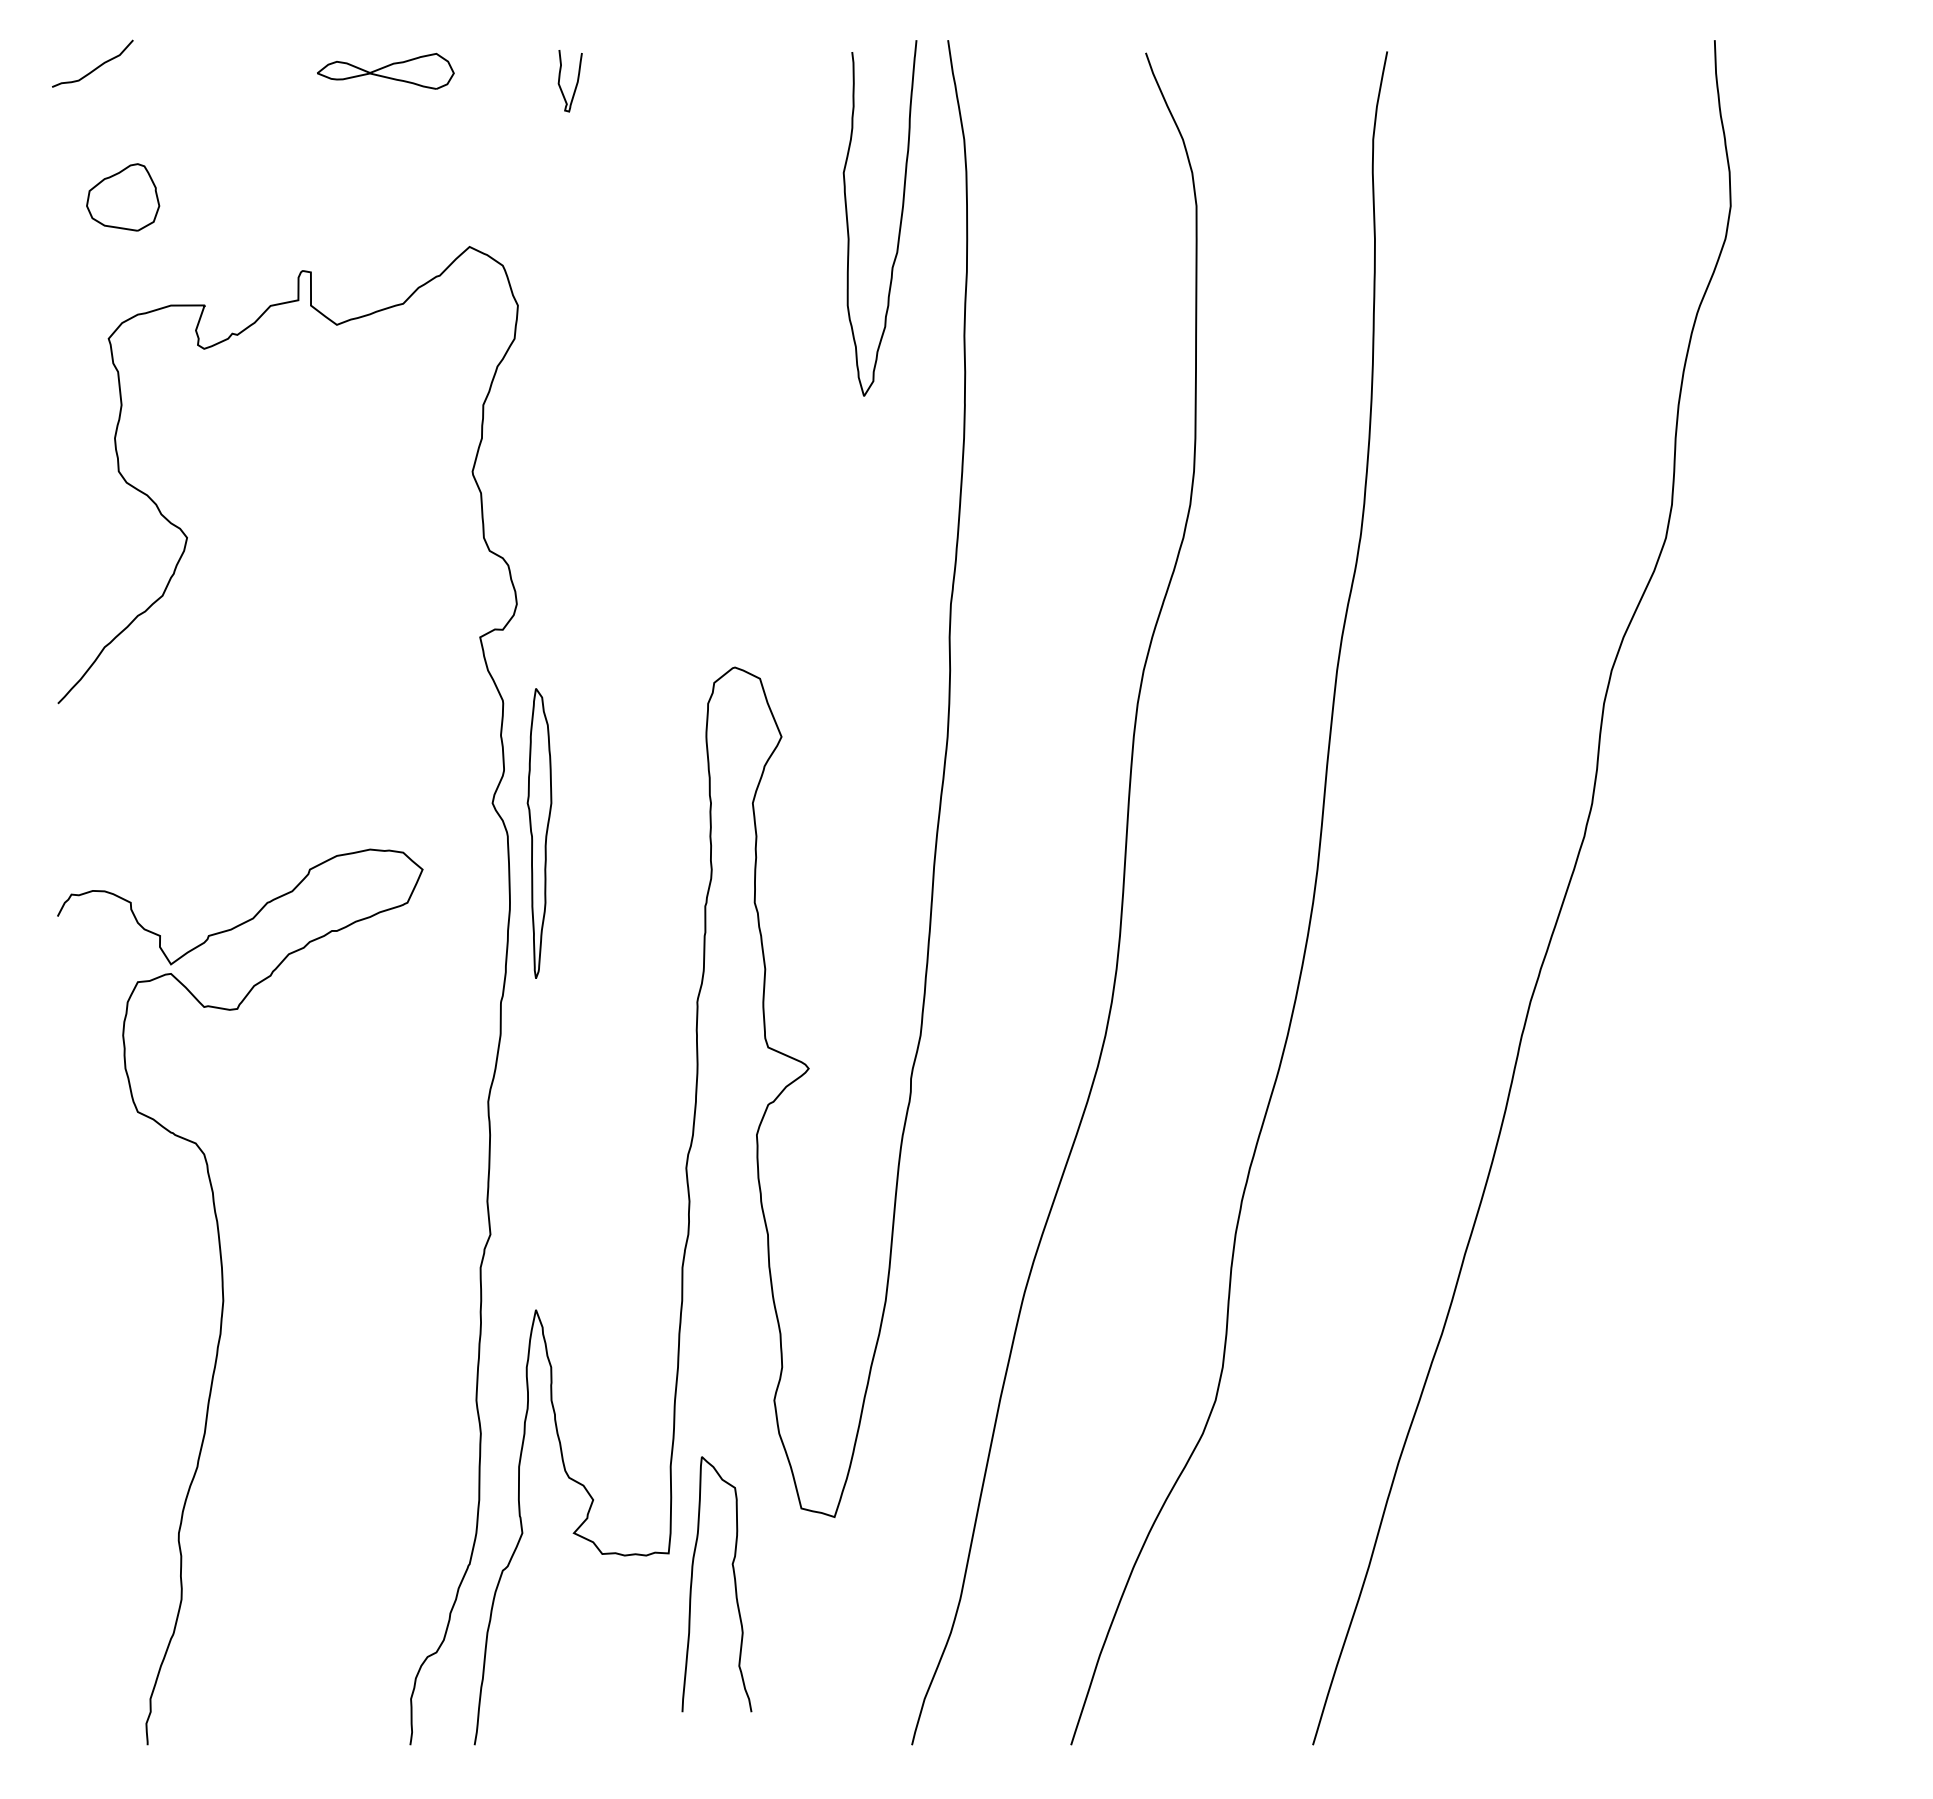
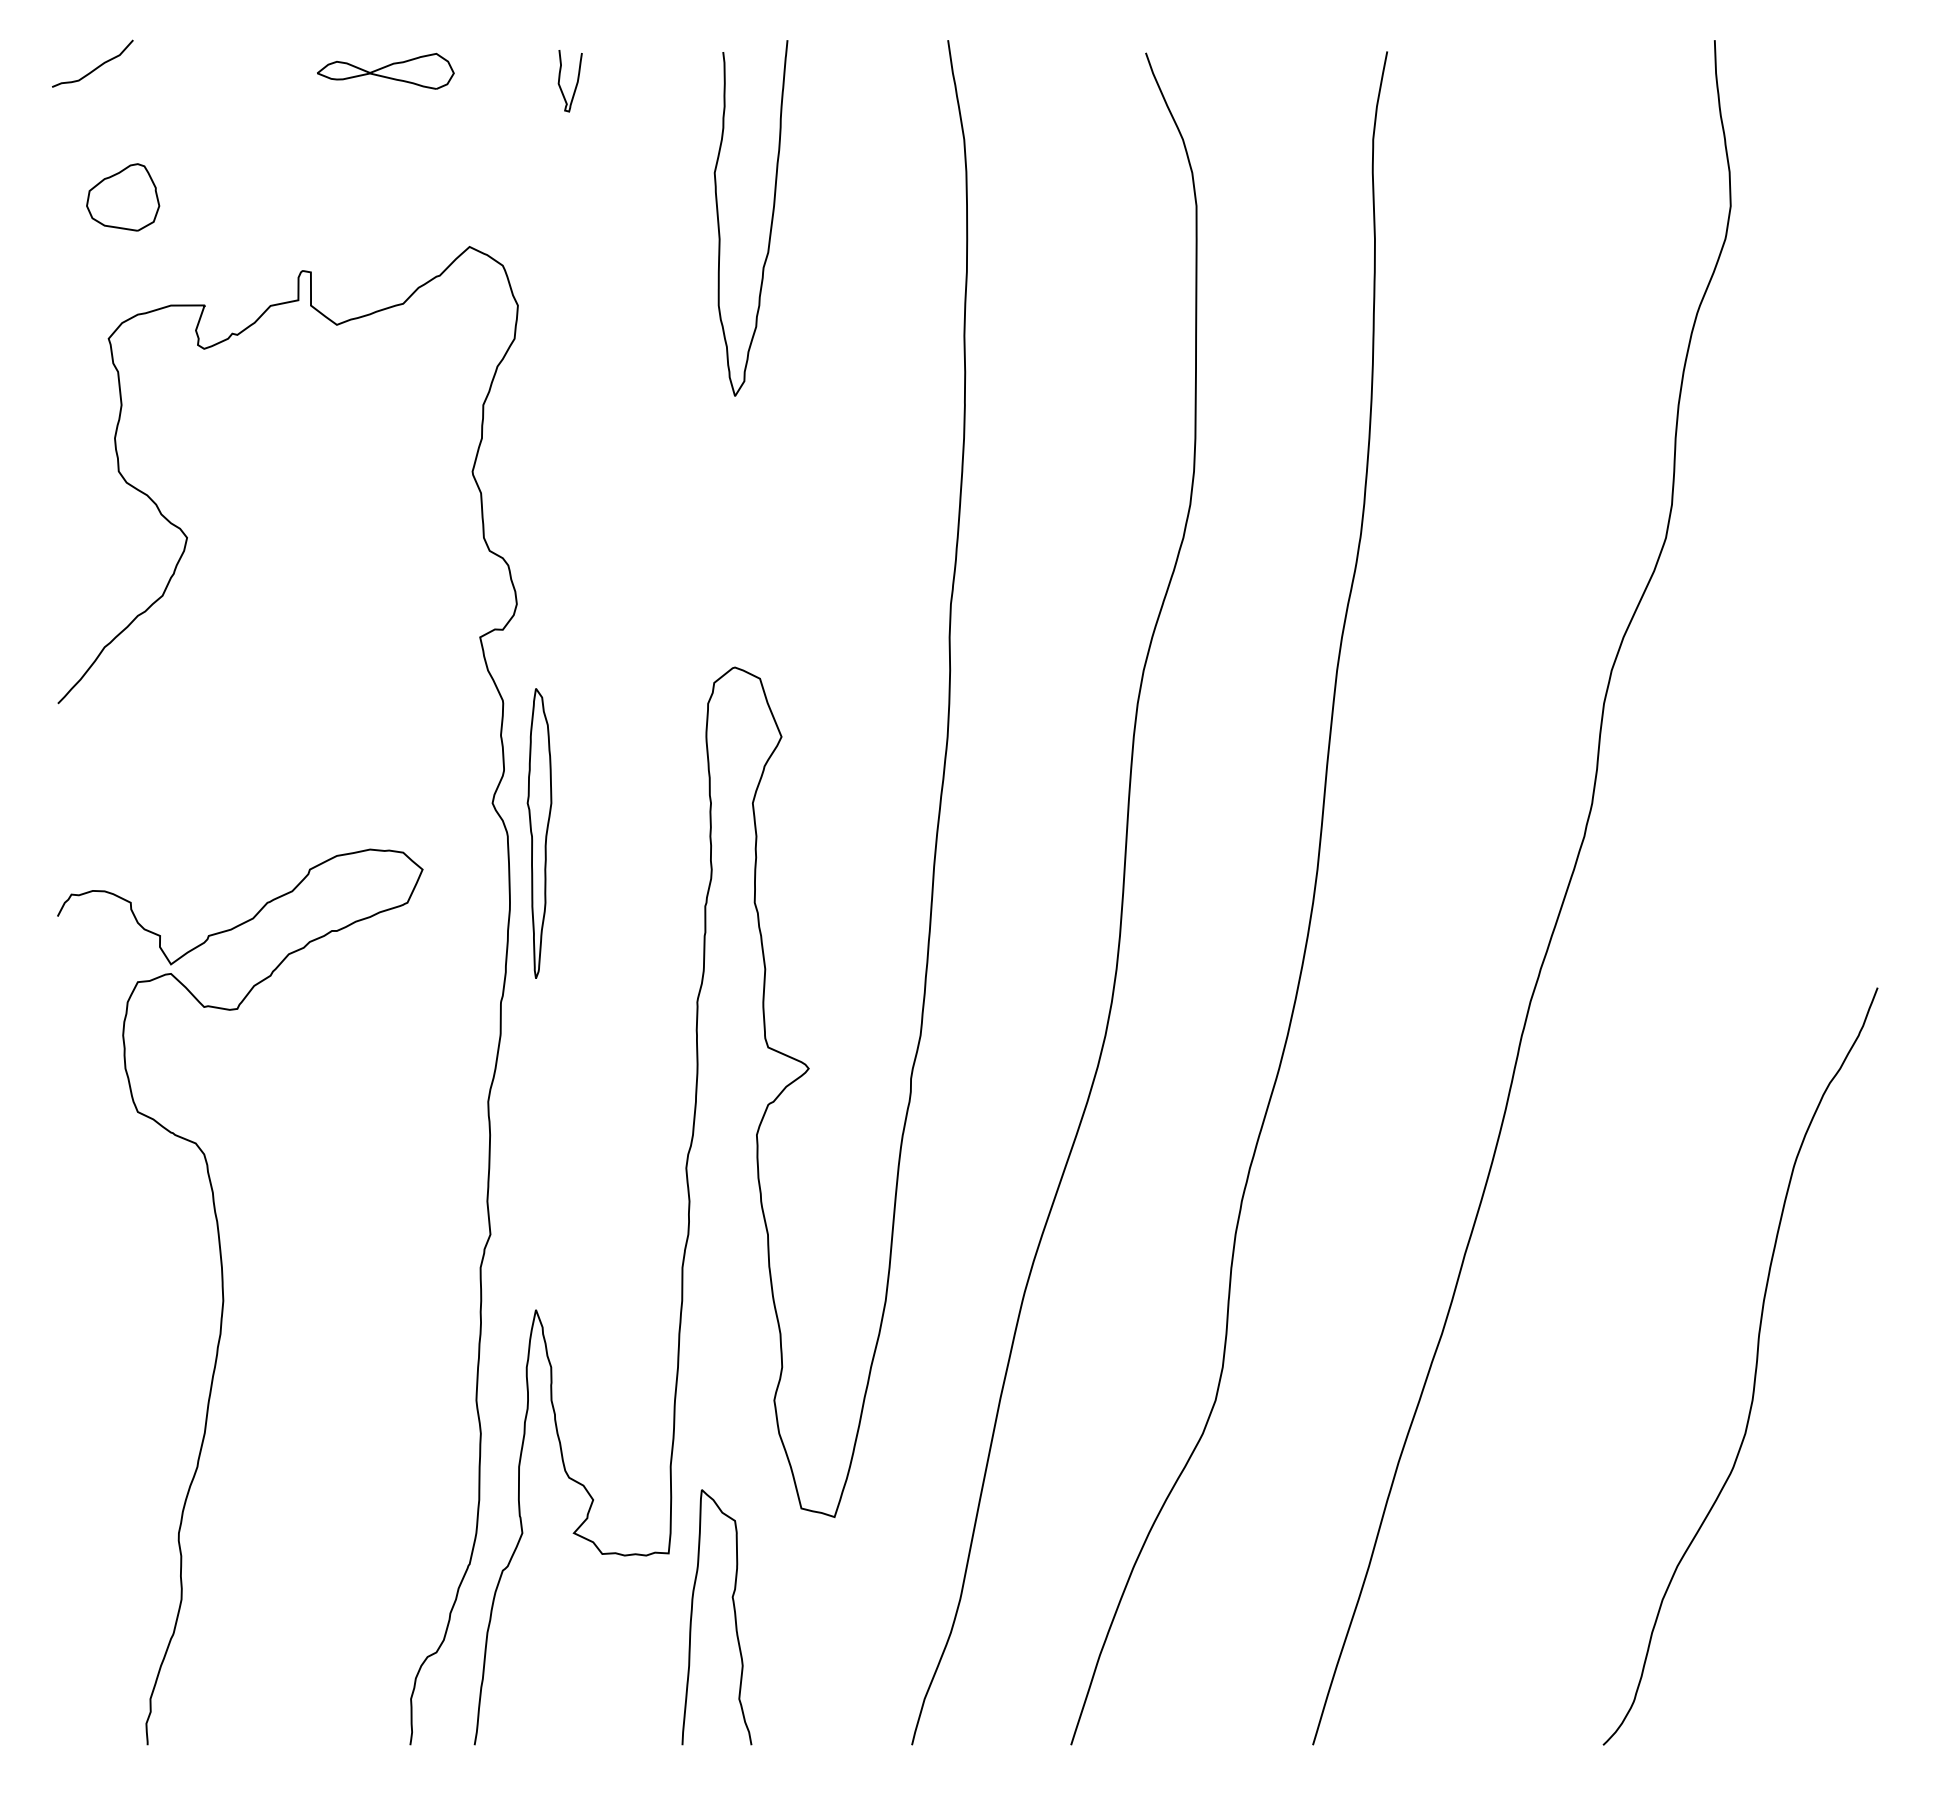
curve at (899, 224) position: (899, 224) -> (770, 224)
curve at (1755, 1366): none -> present
curve at (734, 1584) position: (734, 1584) -> (734, 1617)
